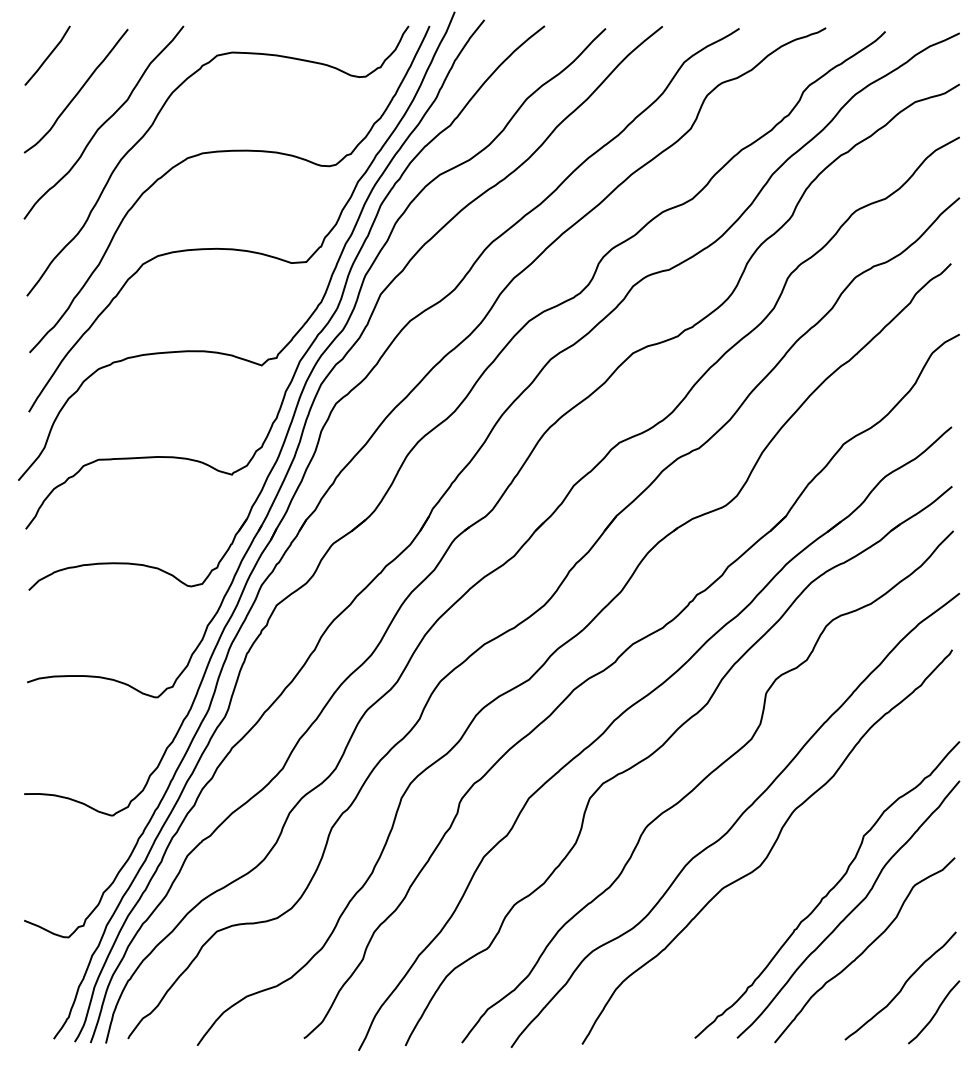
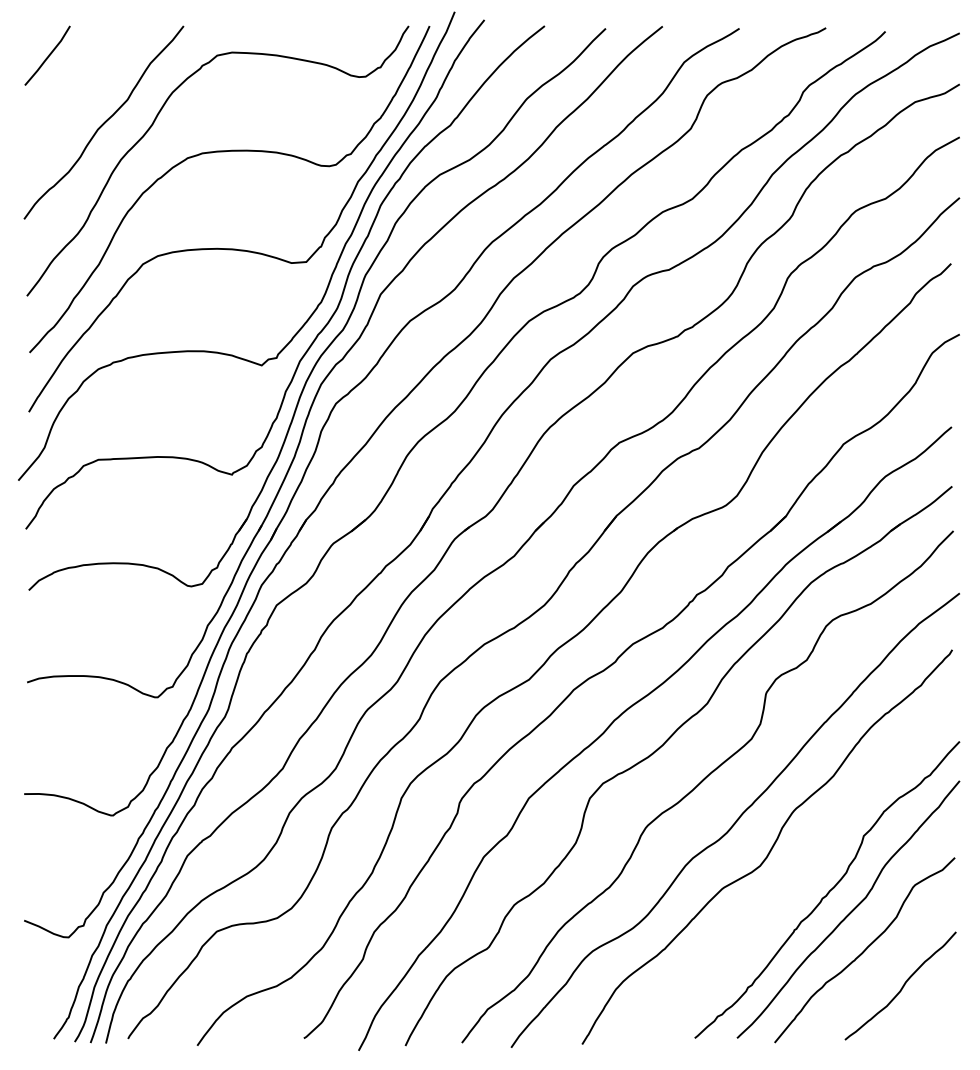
curve at (77, 91): present -> none
curve at (935, 1012): present -> none
